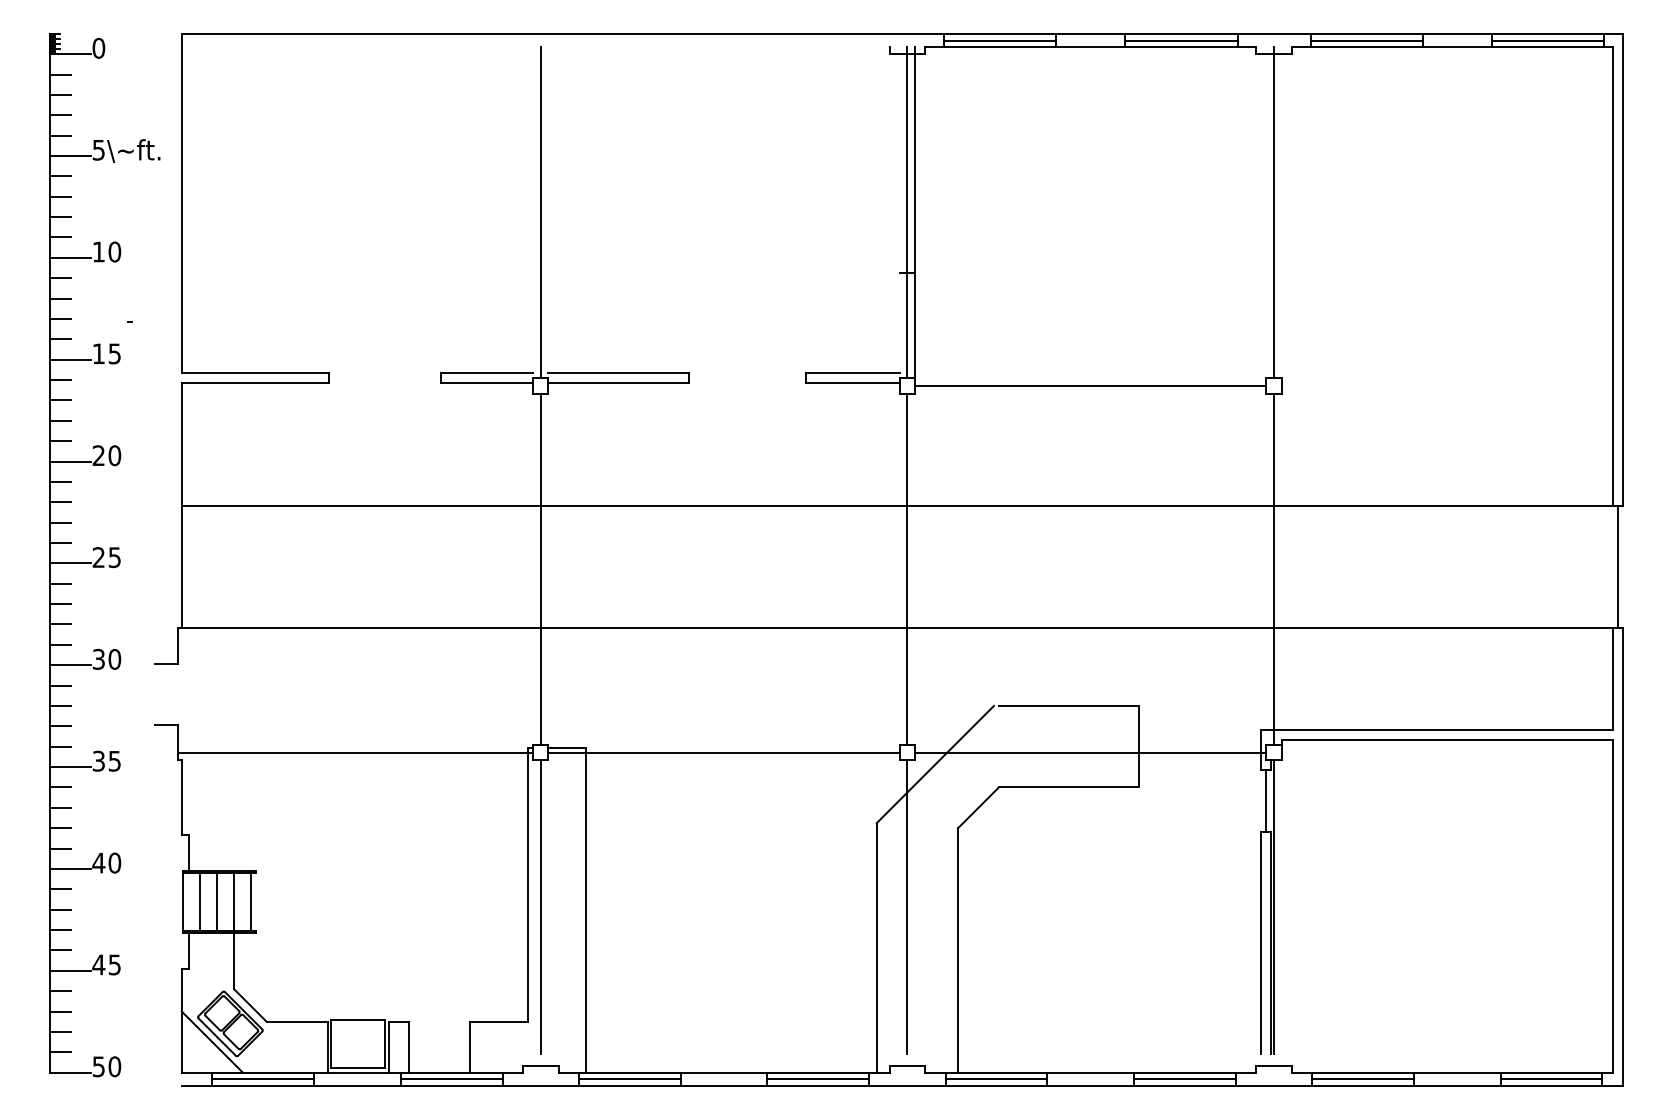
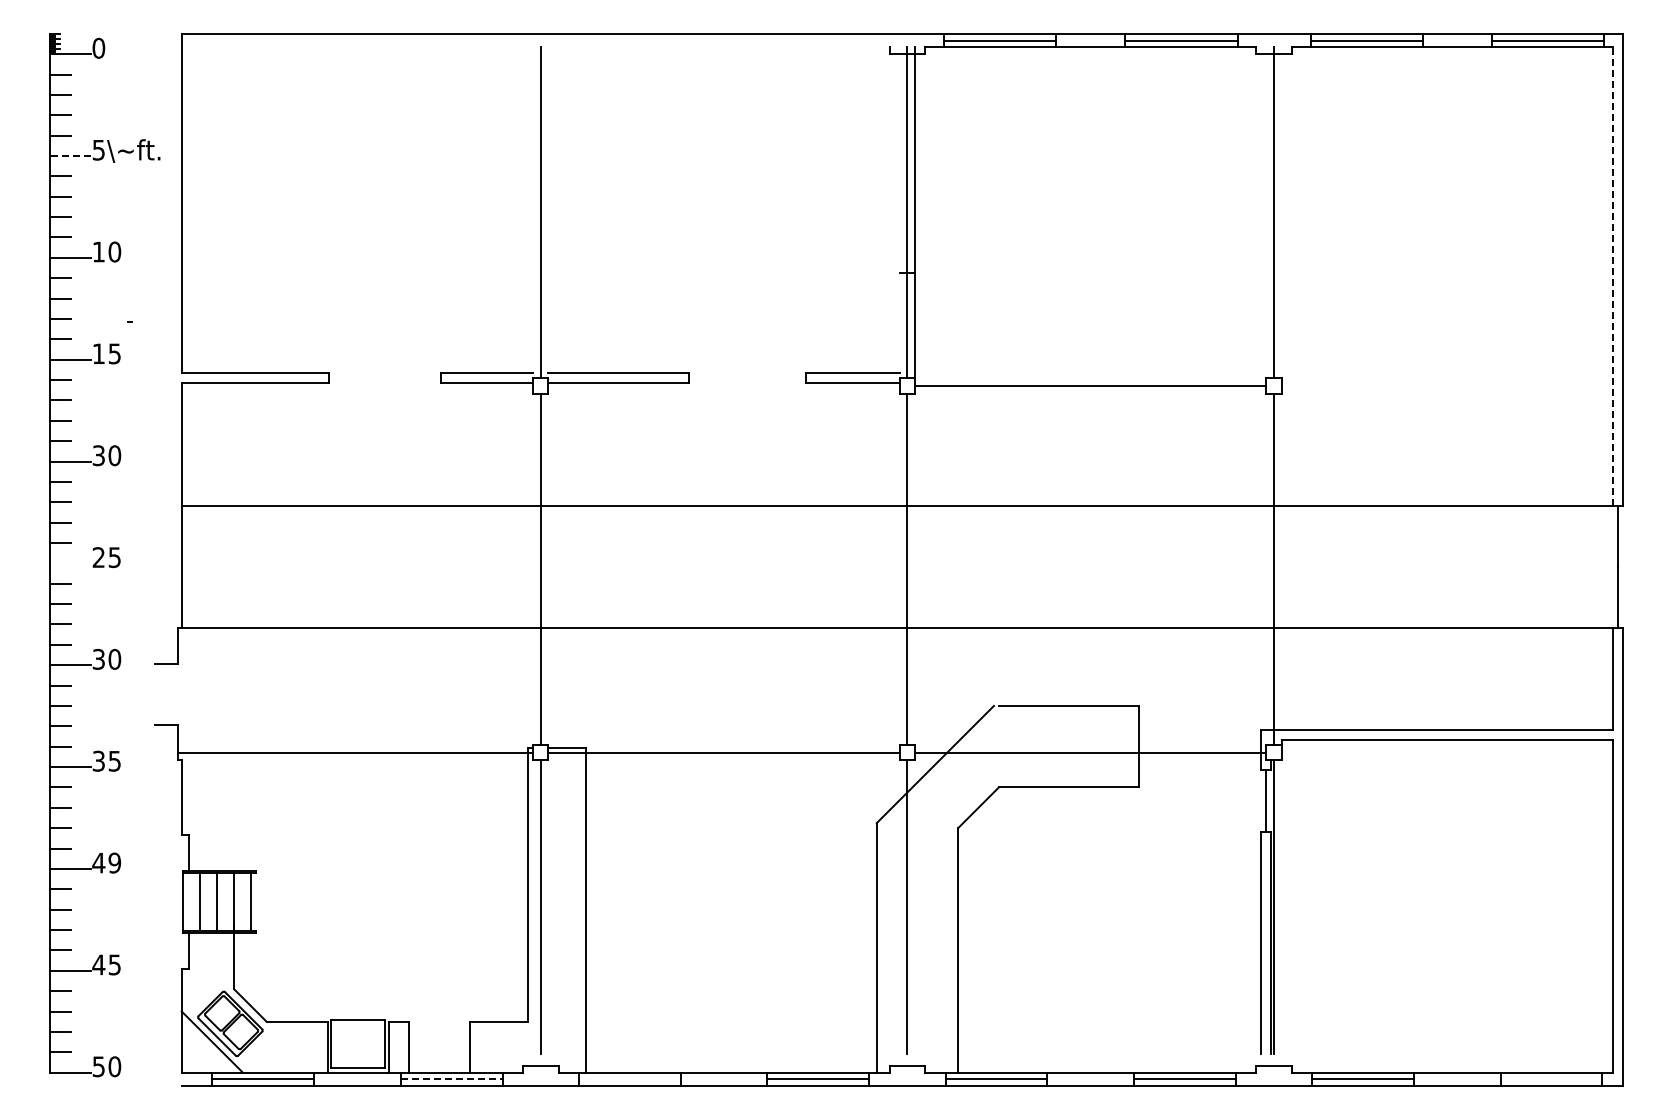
line at (70, 156): solid -> dashed
line at (1612, 276): solid -> dashed
text at (98, 455): 20 -> 30
line at (70, 563): present -> none
text at (114, 862): 40 -> 49
line at (451, 1079): solid -> dashed
line at (629, 1079): present -> none
line at (1551, 1079): present -> none
